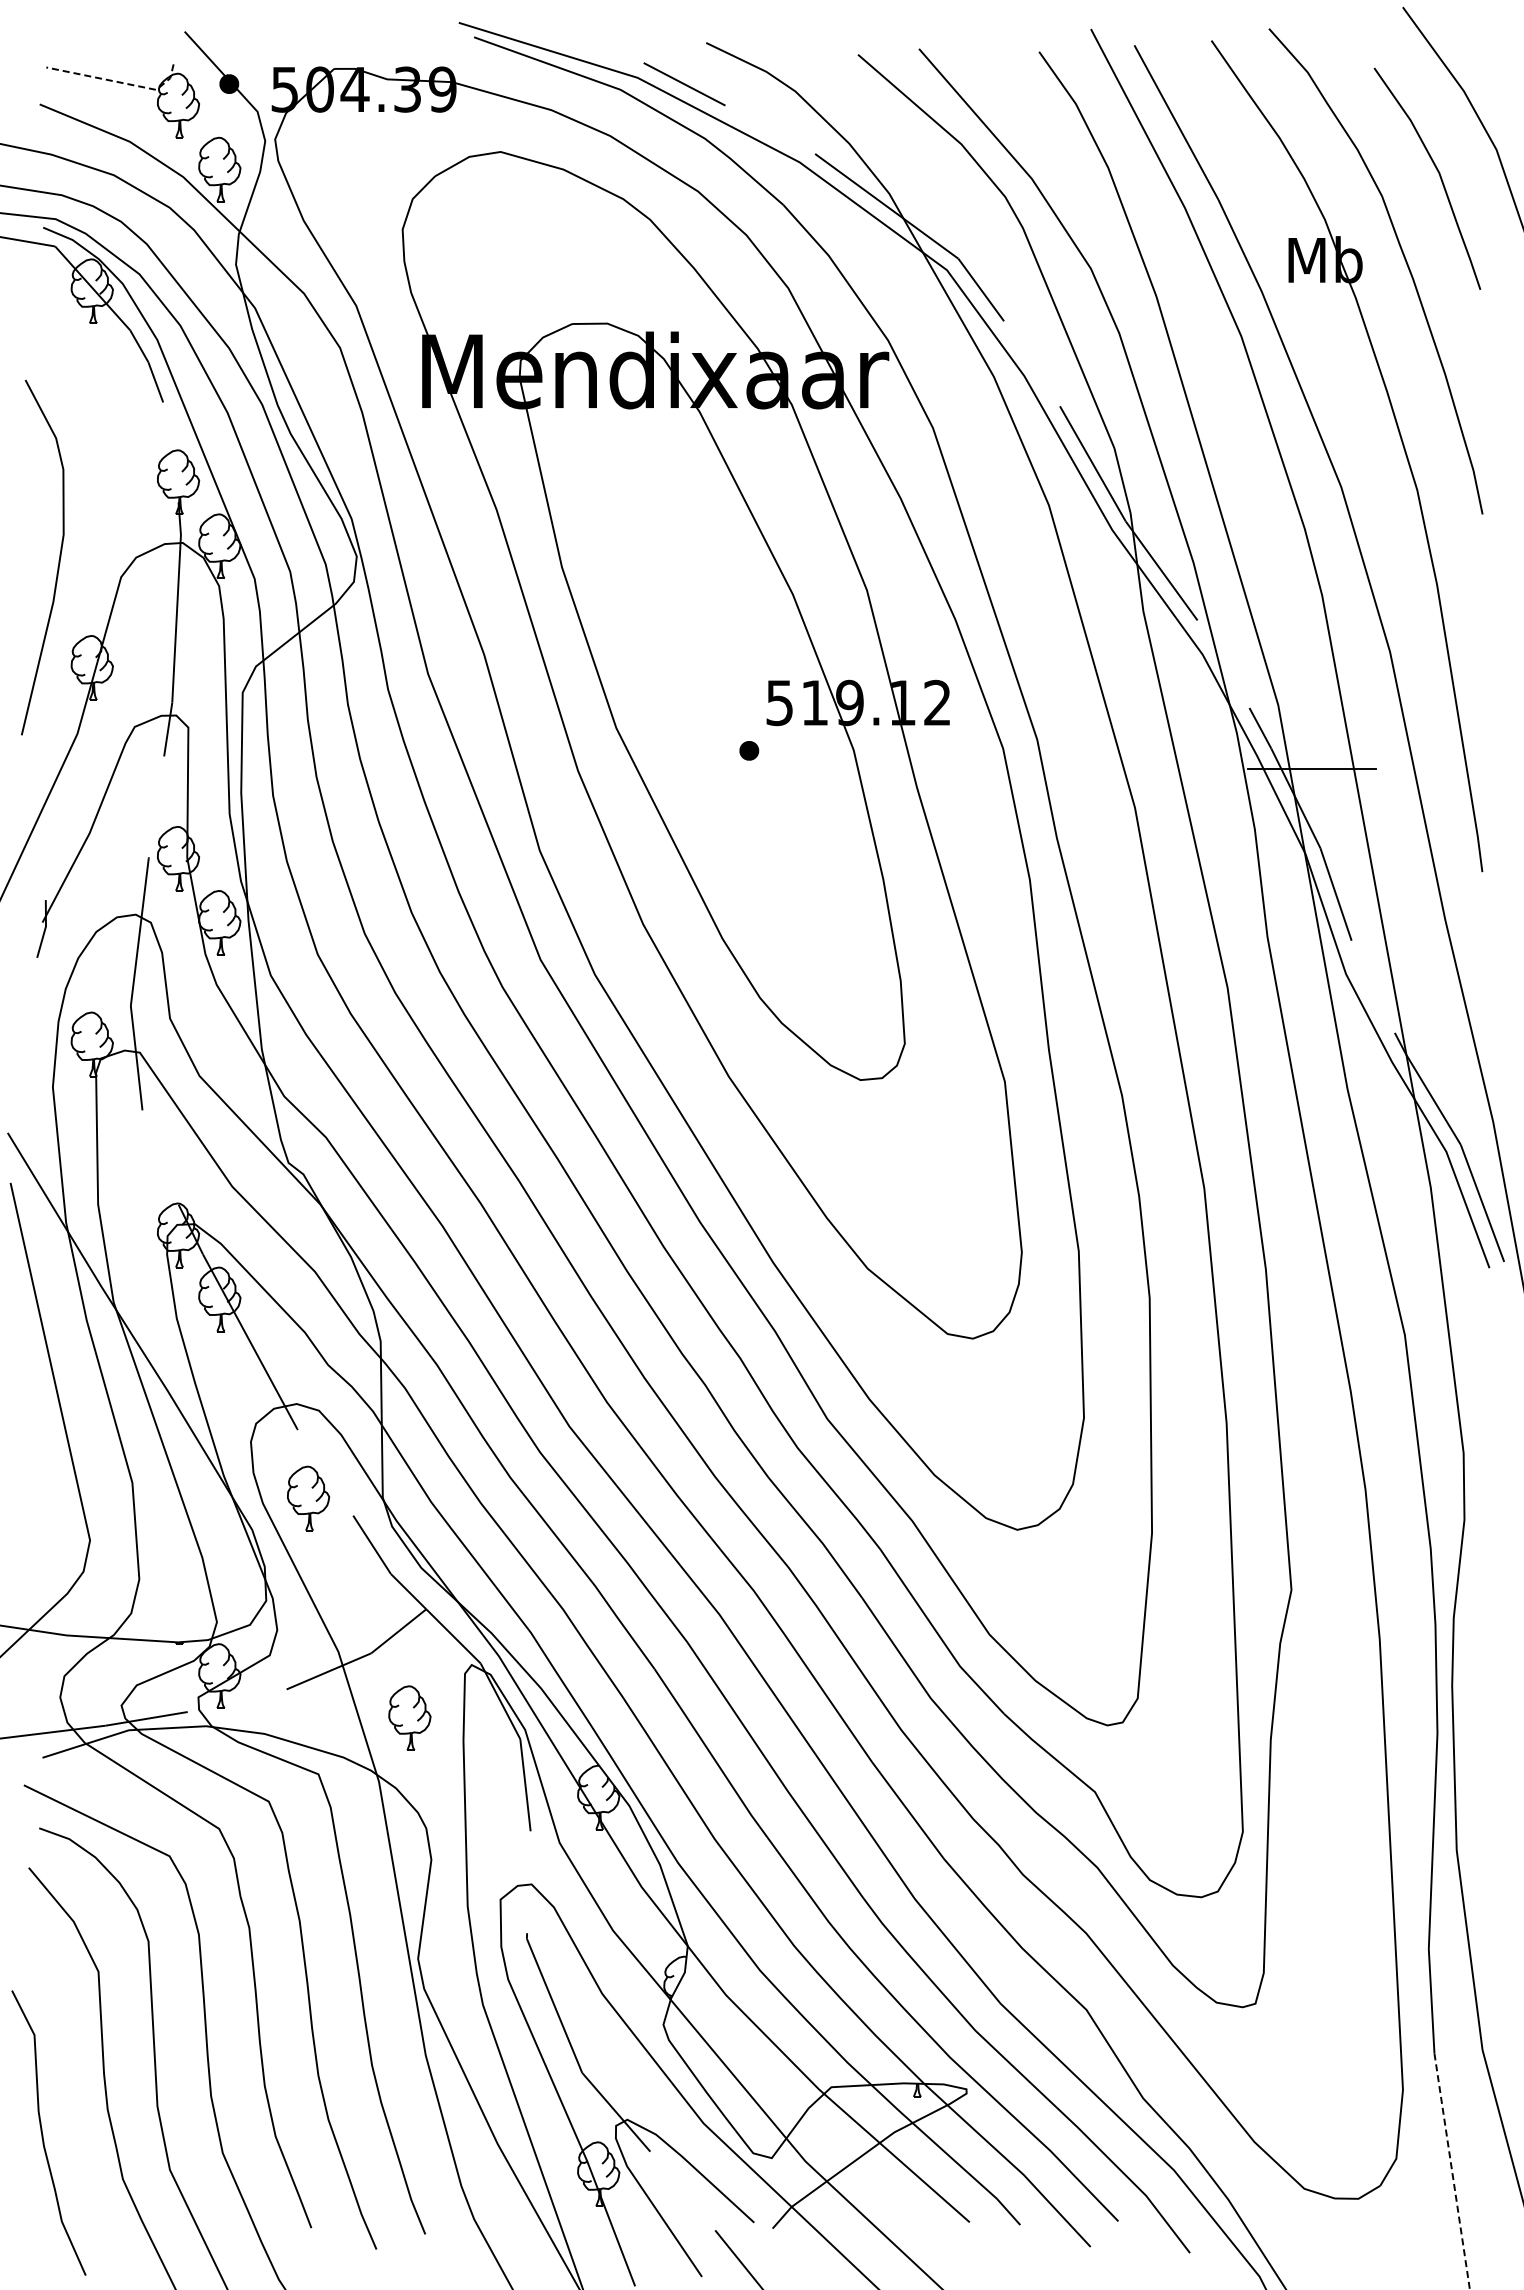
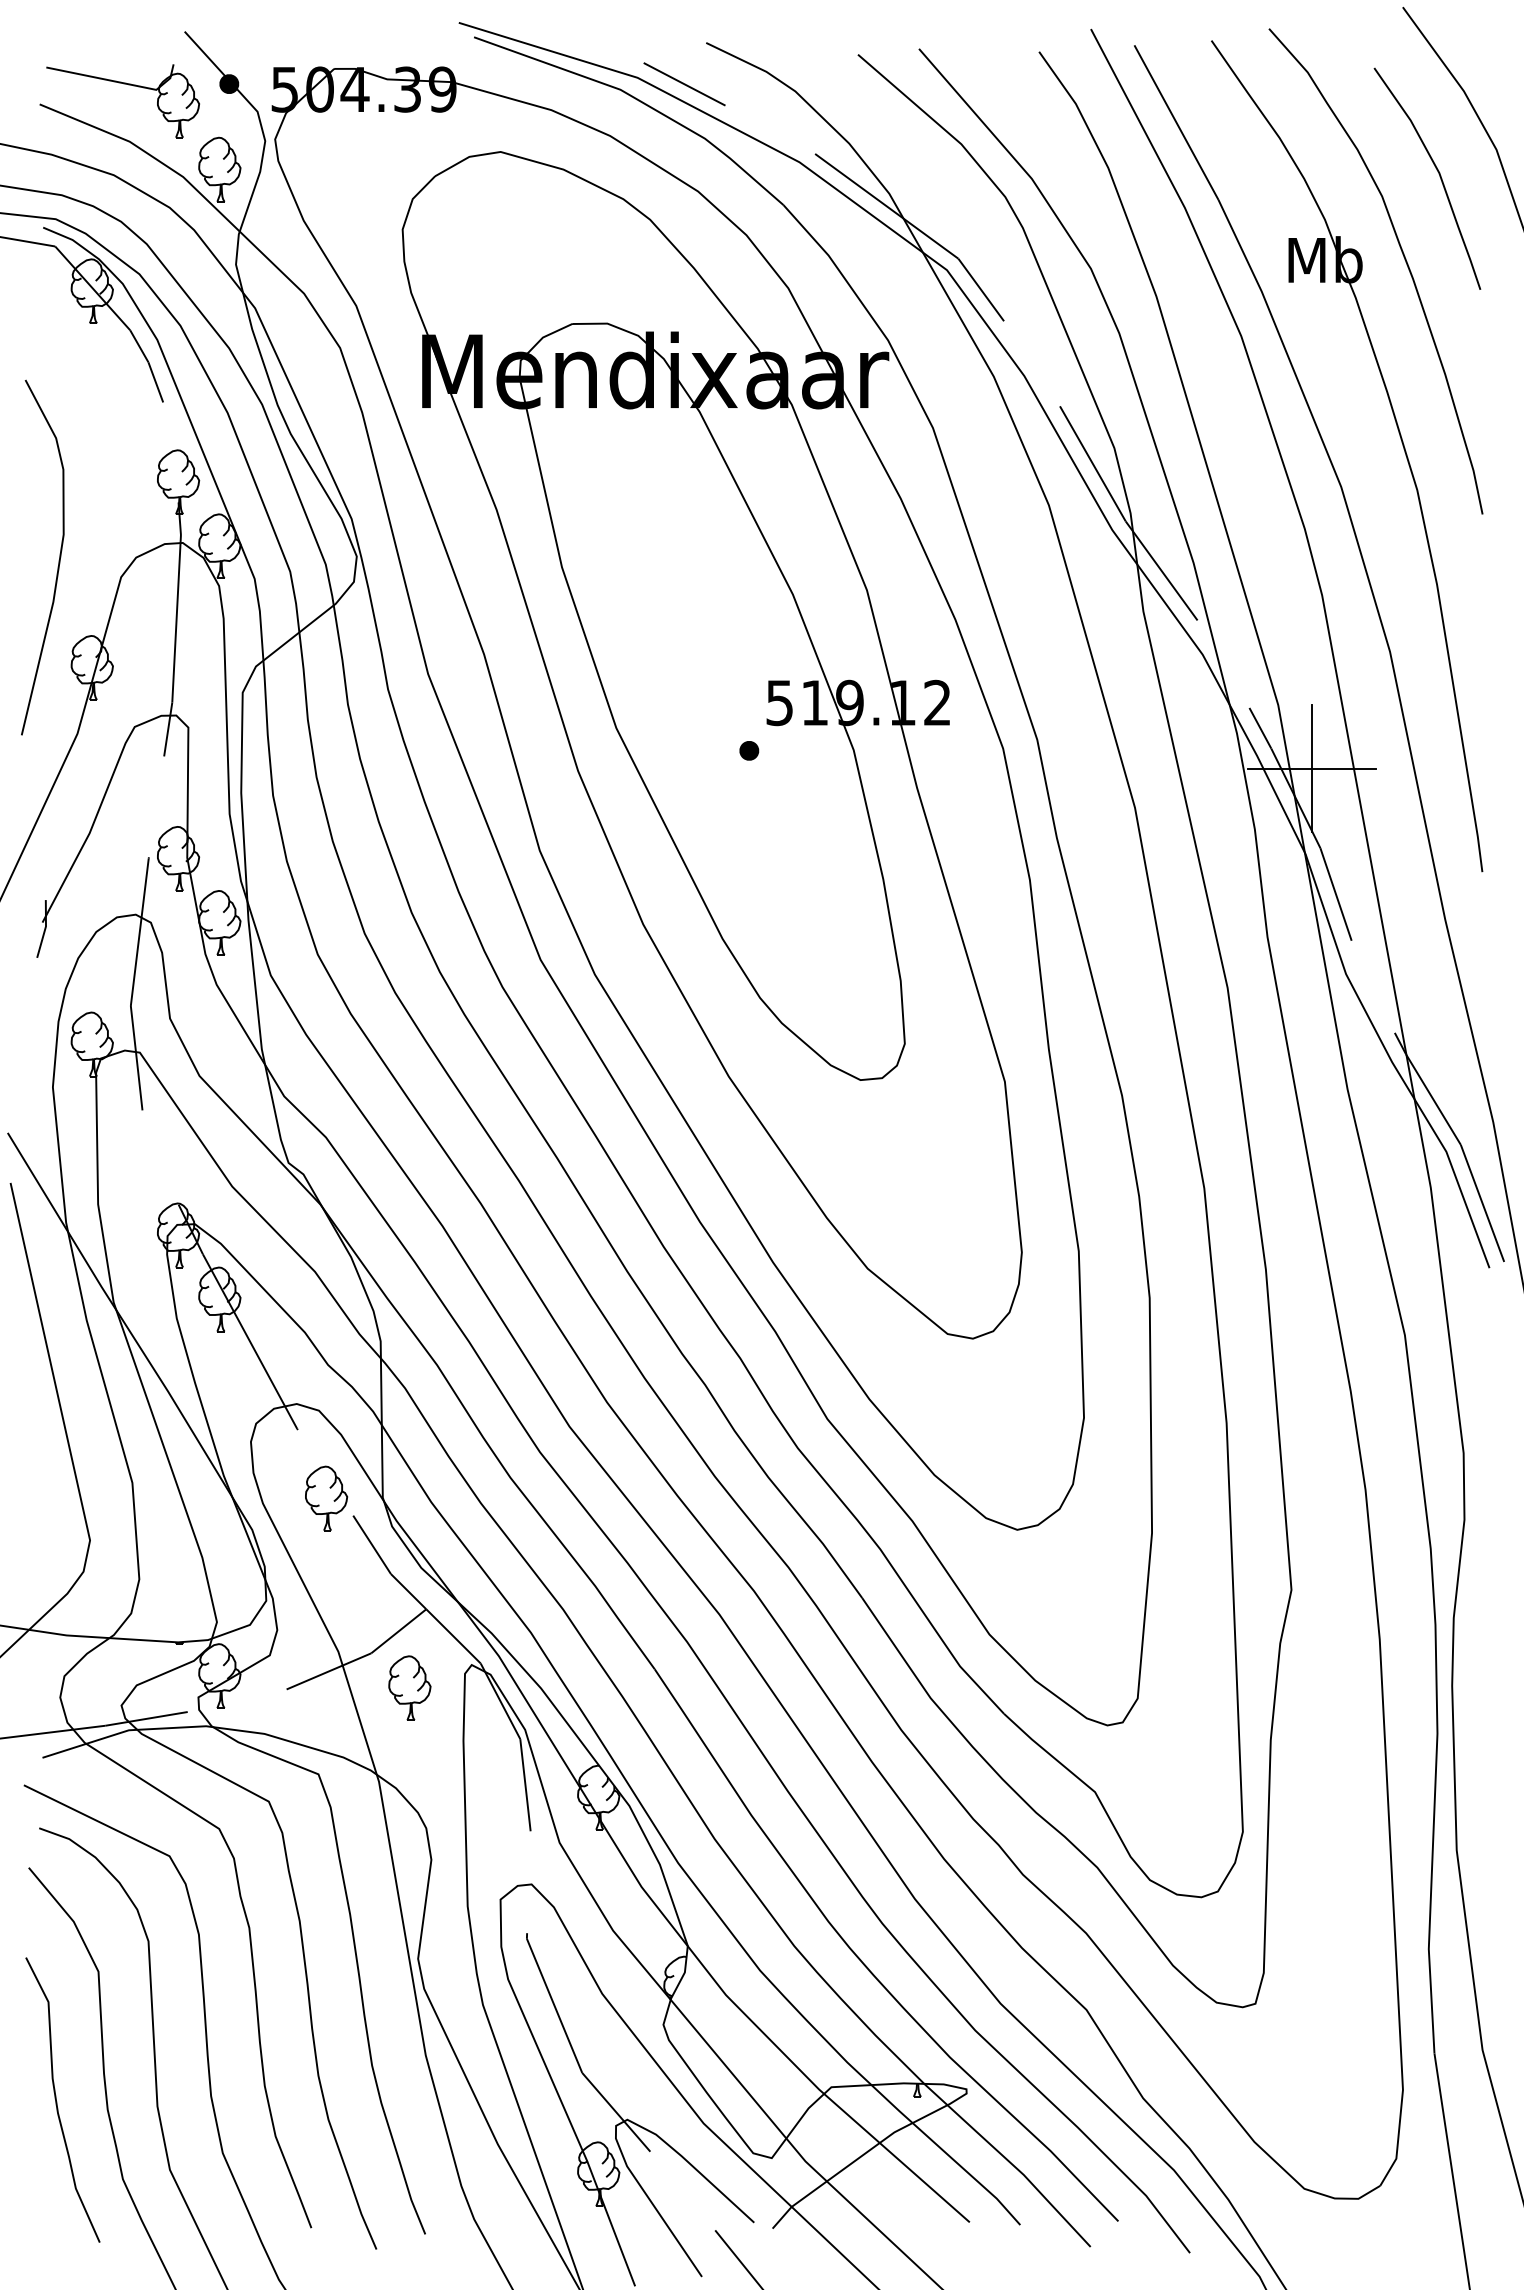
line at (118, 82): dashed -> solid
line at (1312, 768): none -> present
part at (308, 1498) position: (308, 1498) -> (326, 1498)
part at (409, 1717) position: (409, 1717) -> (409, 1687)
curve at (43, 2134) position: (43, 2134) -> (57, 2101)
line at (1452, 2172): dashed -> solid
